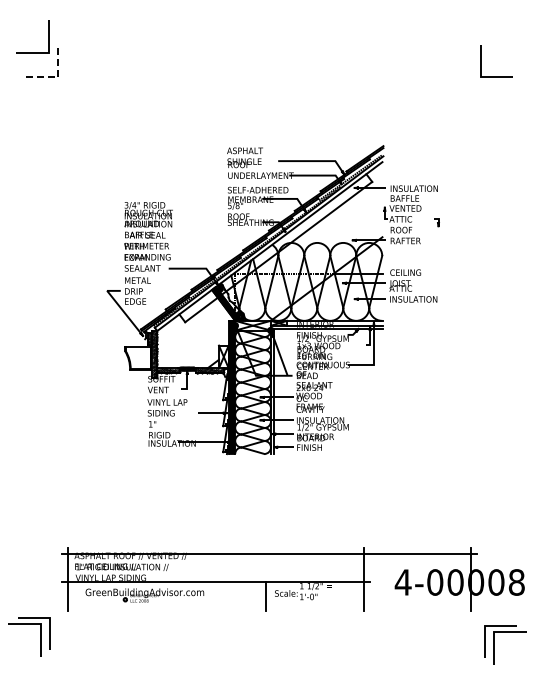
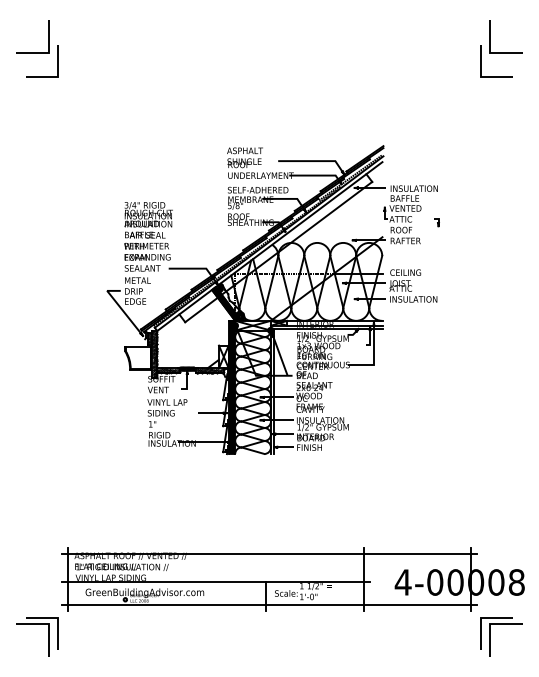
line at (490, 36): none -> present
line at (58, 77): dashed -> solid
line at (269, 604): none -> present
part at (40, 636) position: (40, 636) -> (48, 636)
part at (494, 644) position: (494, 644) -> (490, 636)
